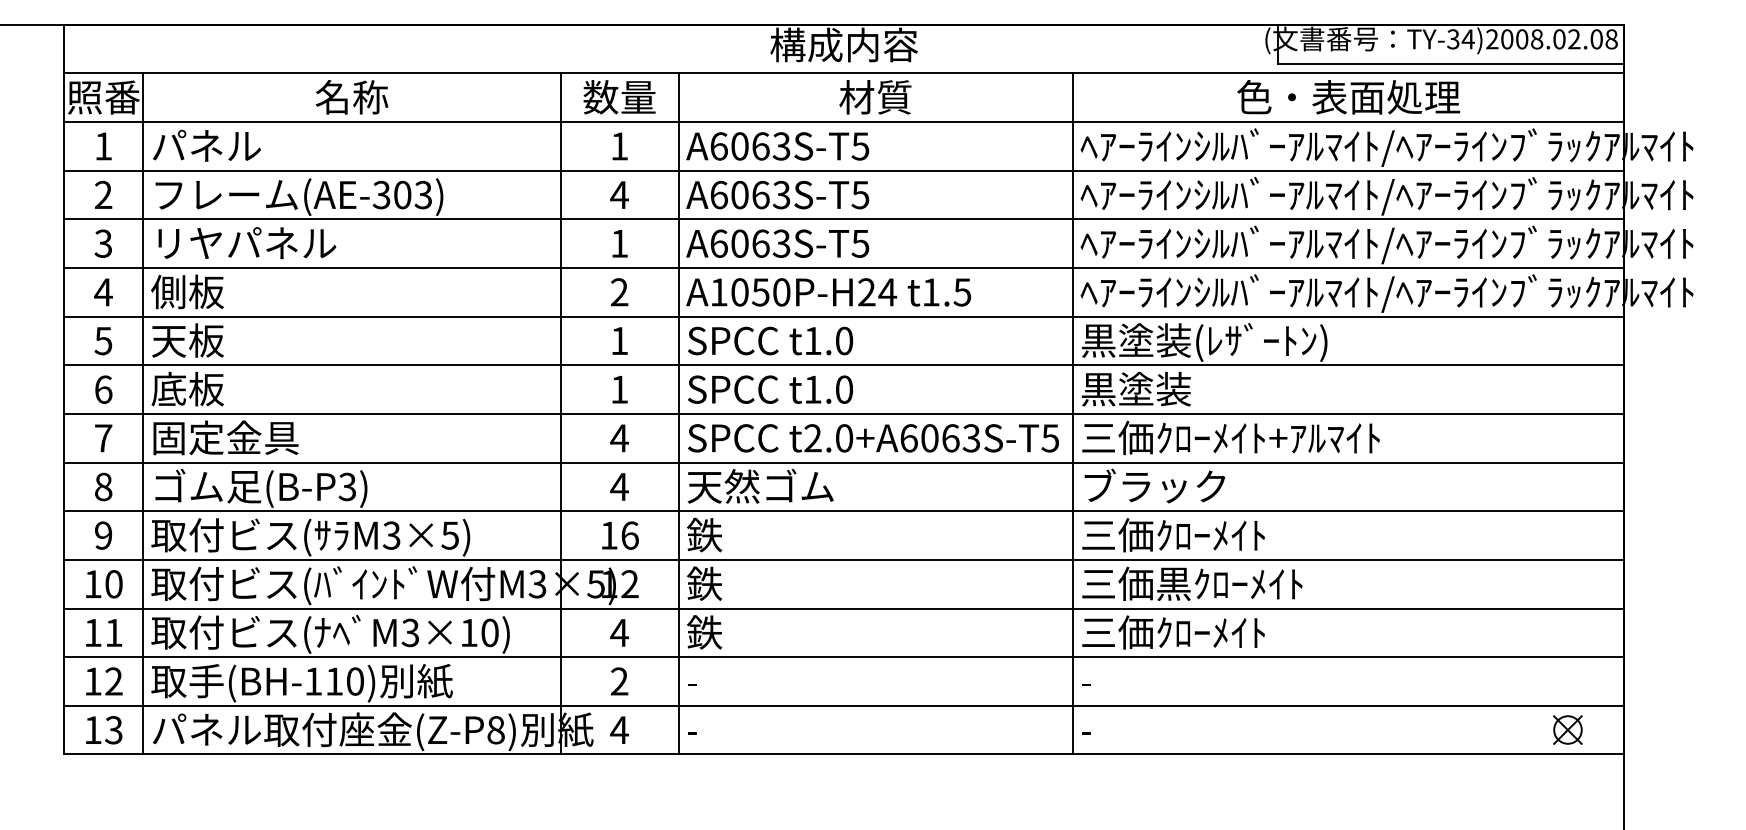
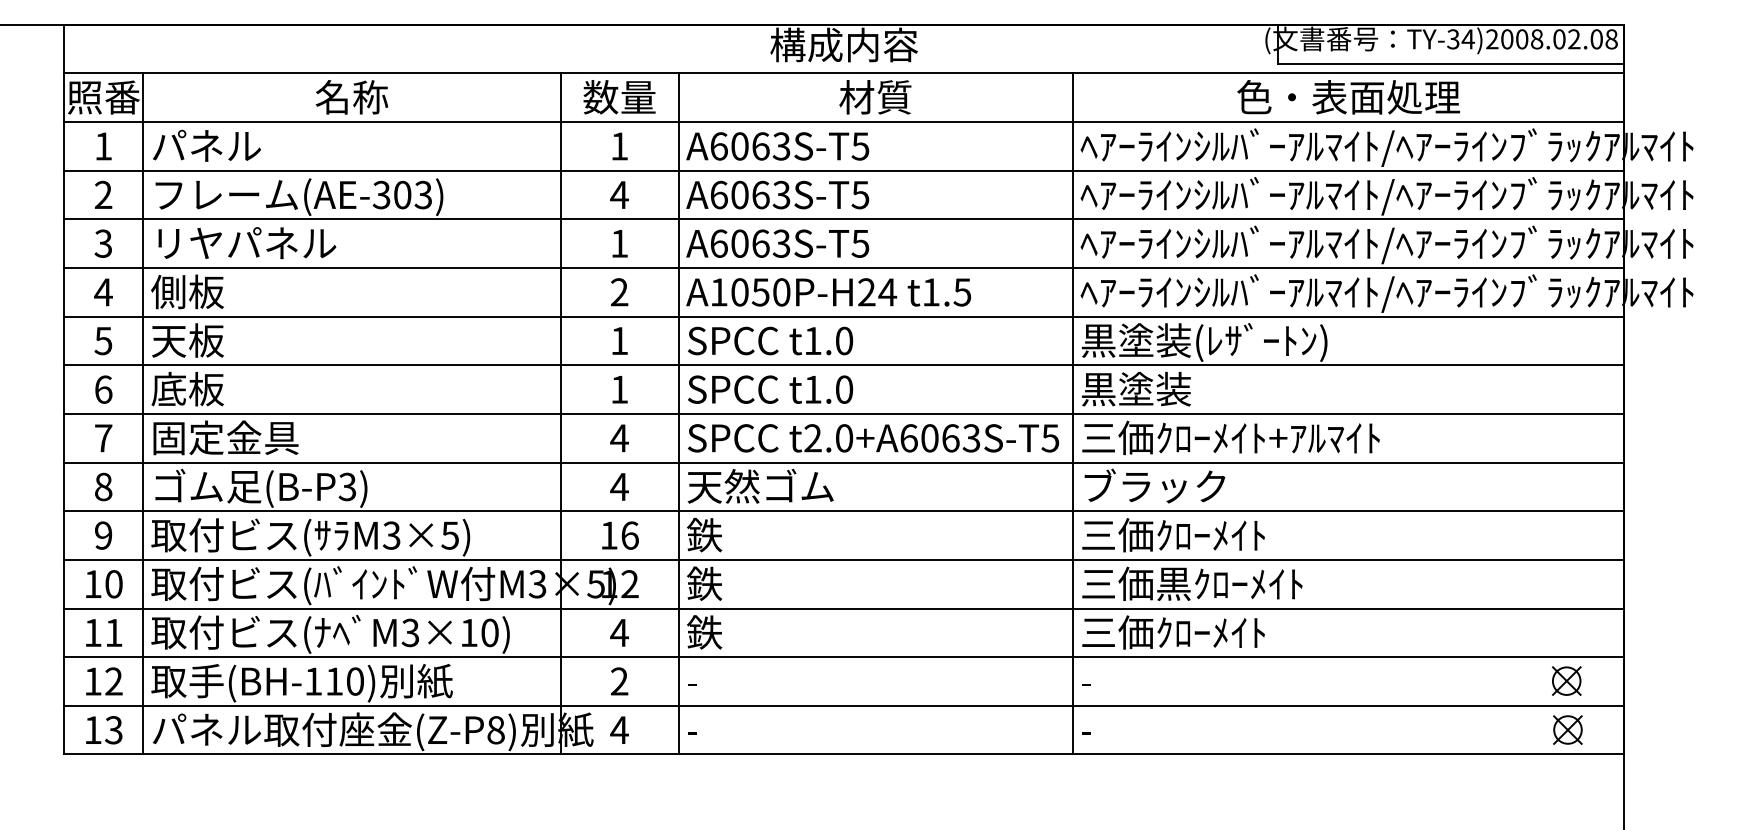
part at (1566, 680): none -> present
